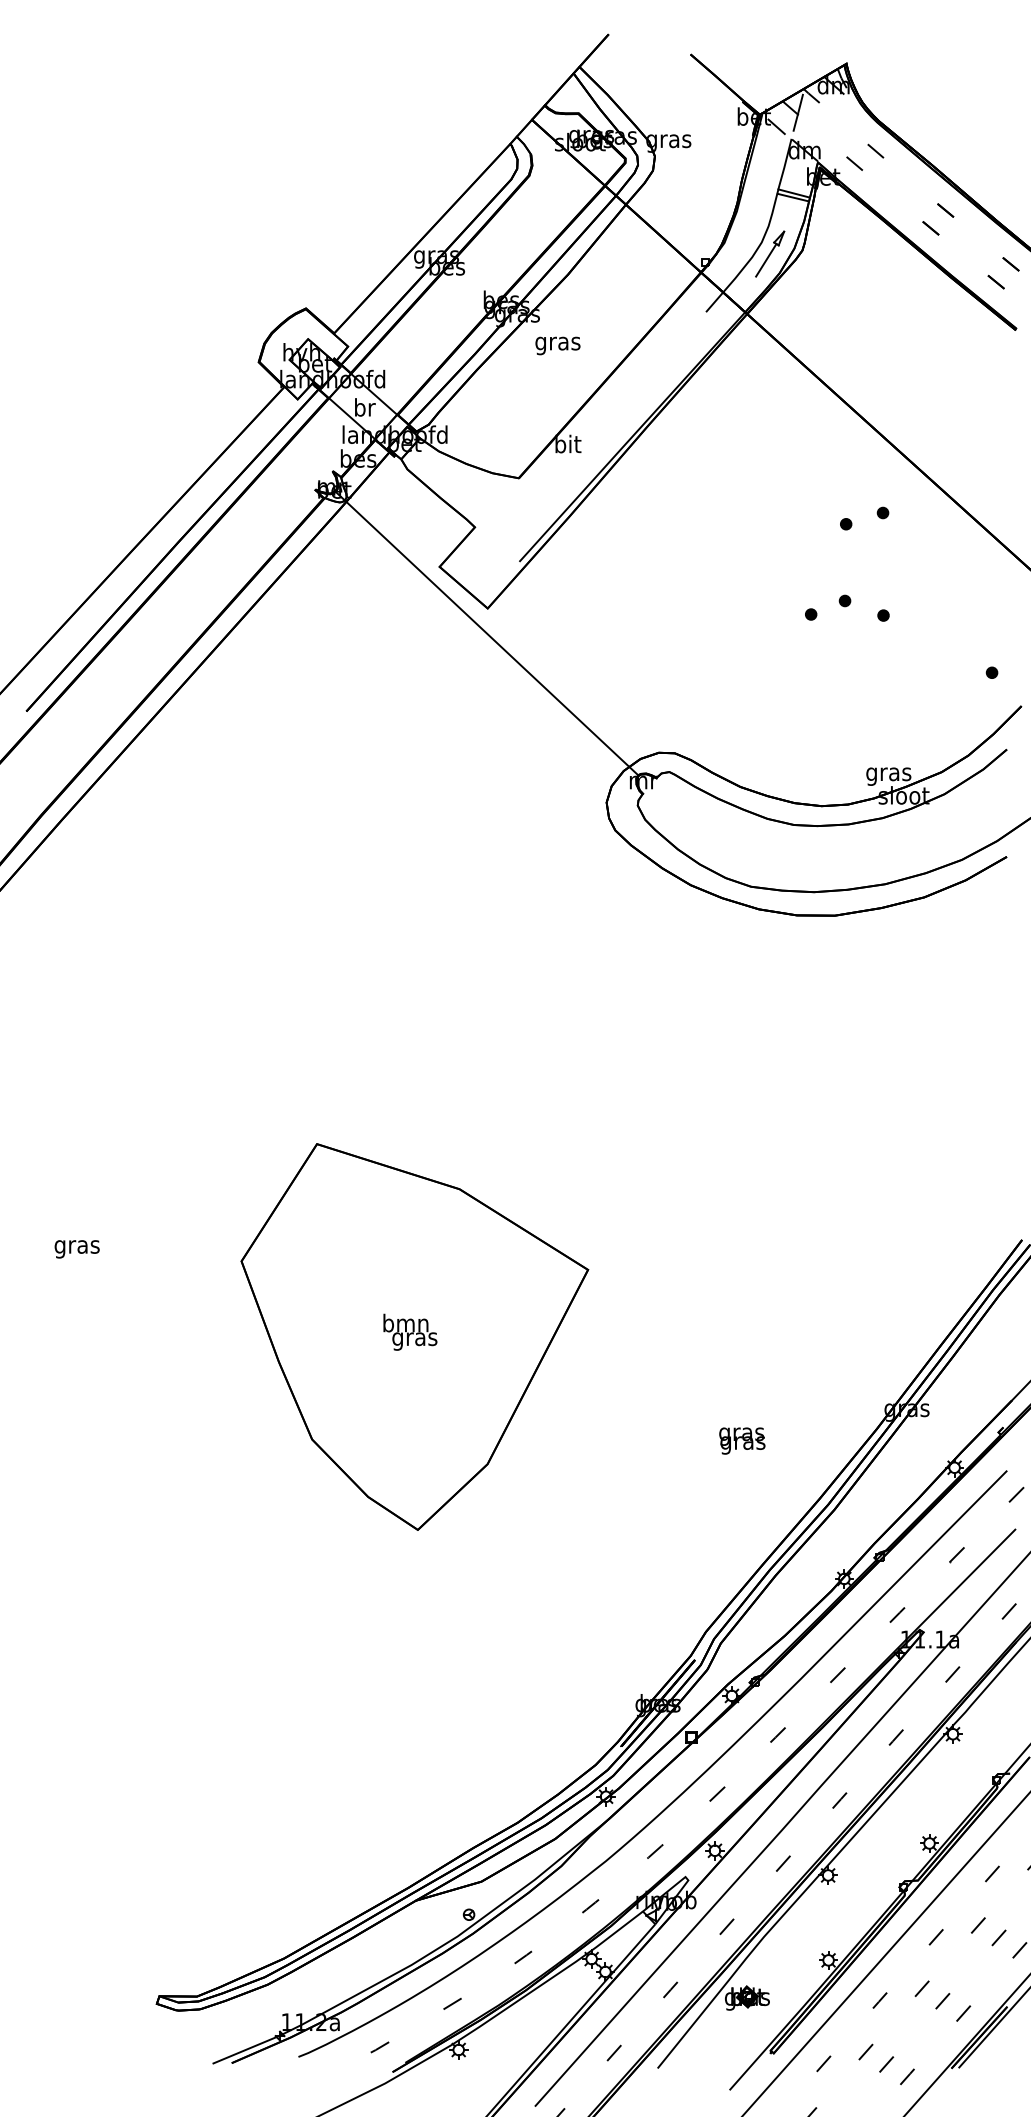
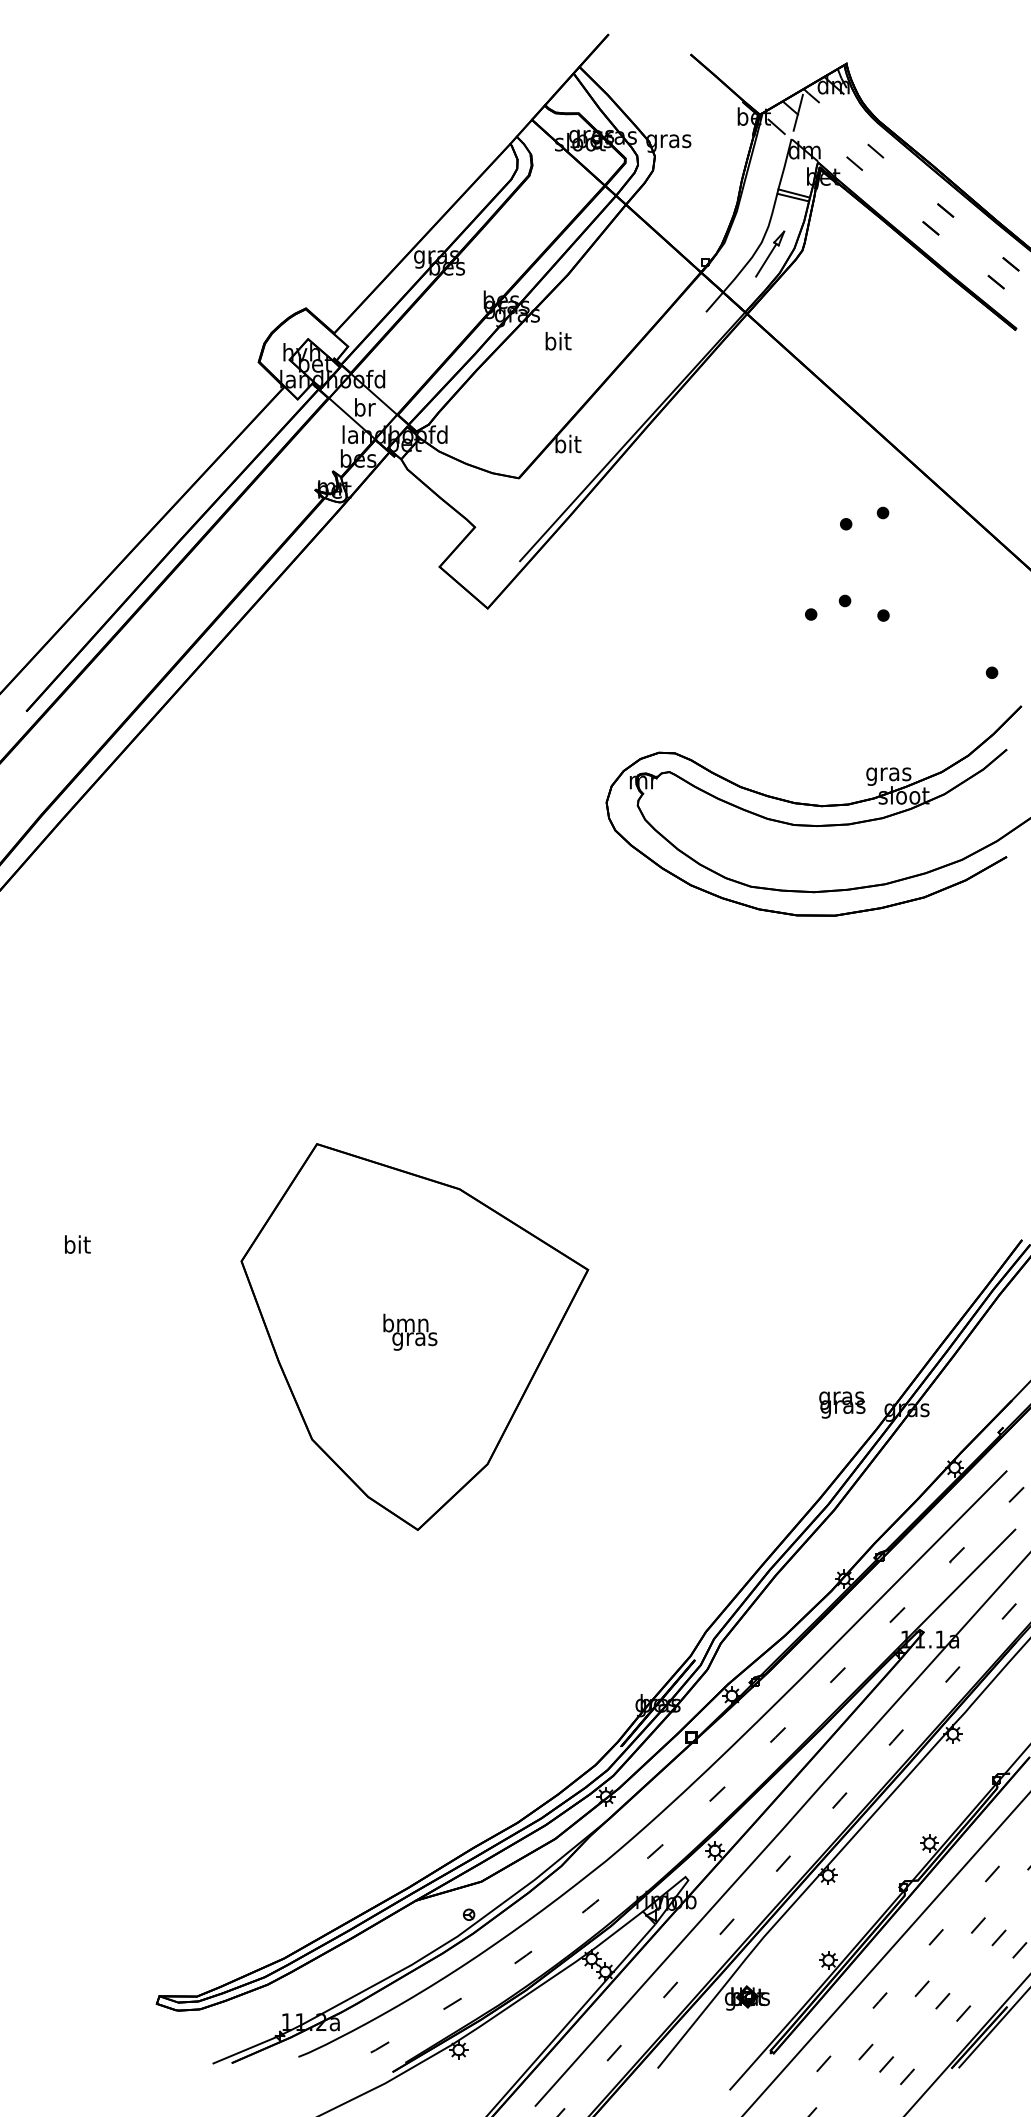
text at (557, 343): gras -> bit
line at (486, 633): present -> none
text at (76, 1246): gras -> bit
text at (742, 1440) position: (742, 1440) -> (842, 1404)
